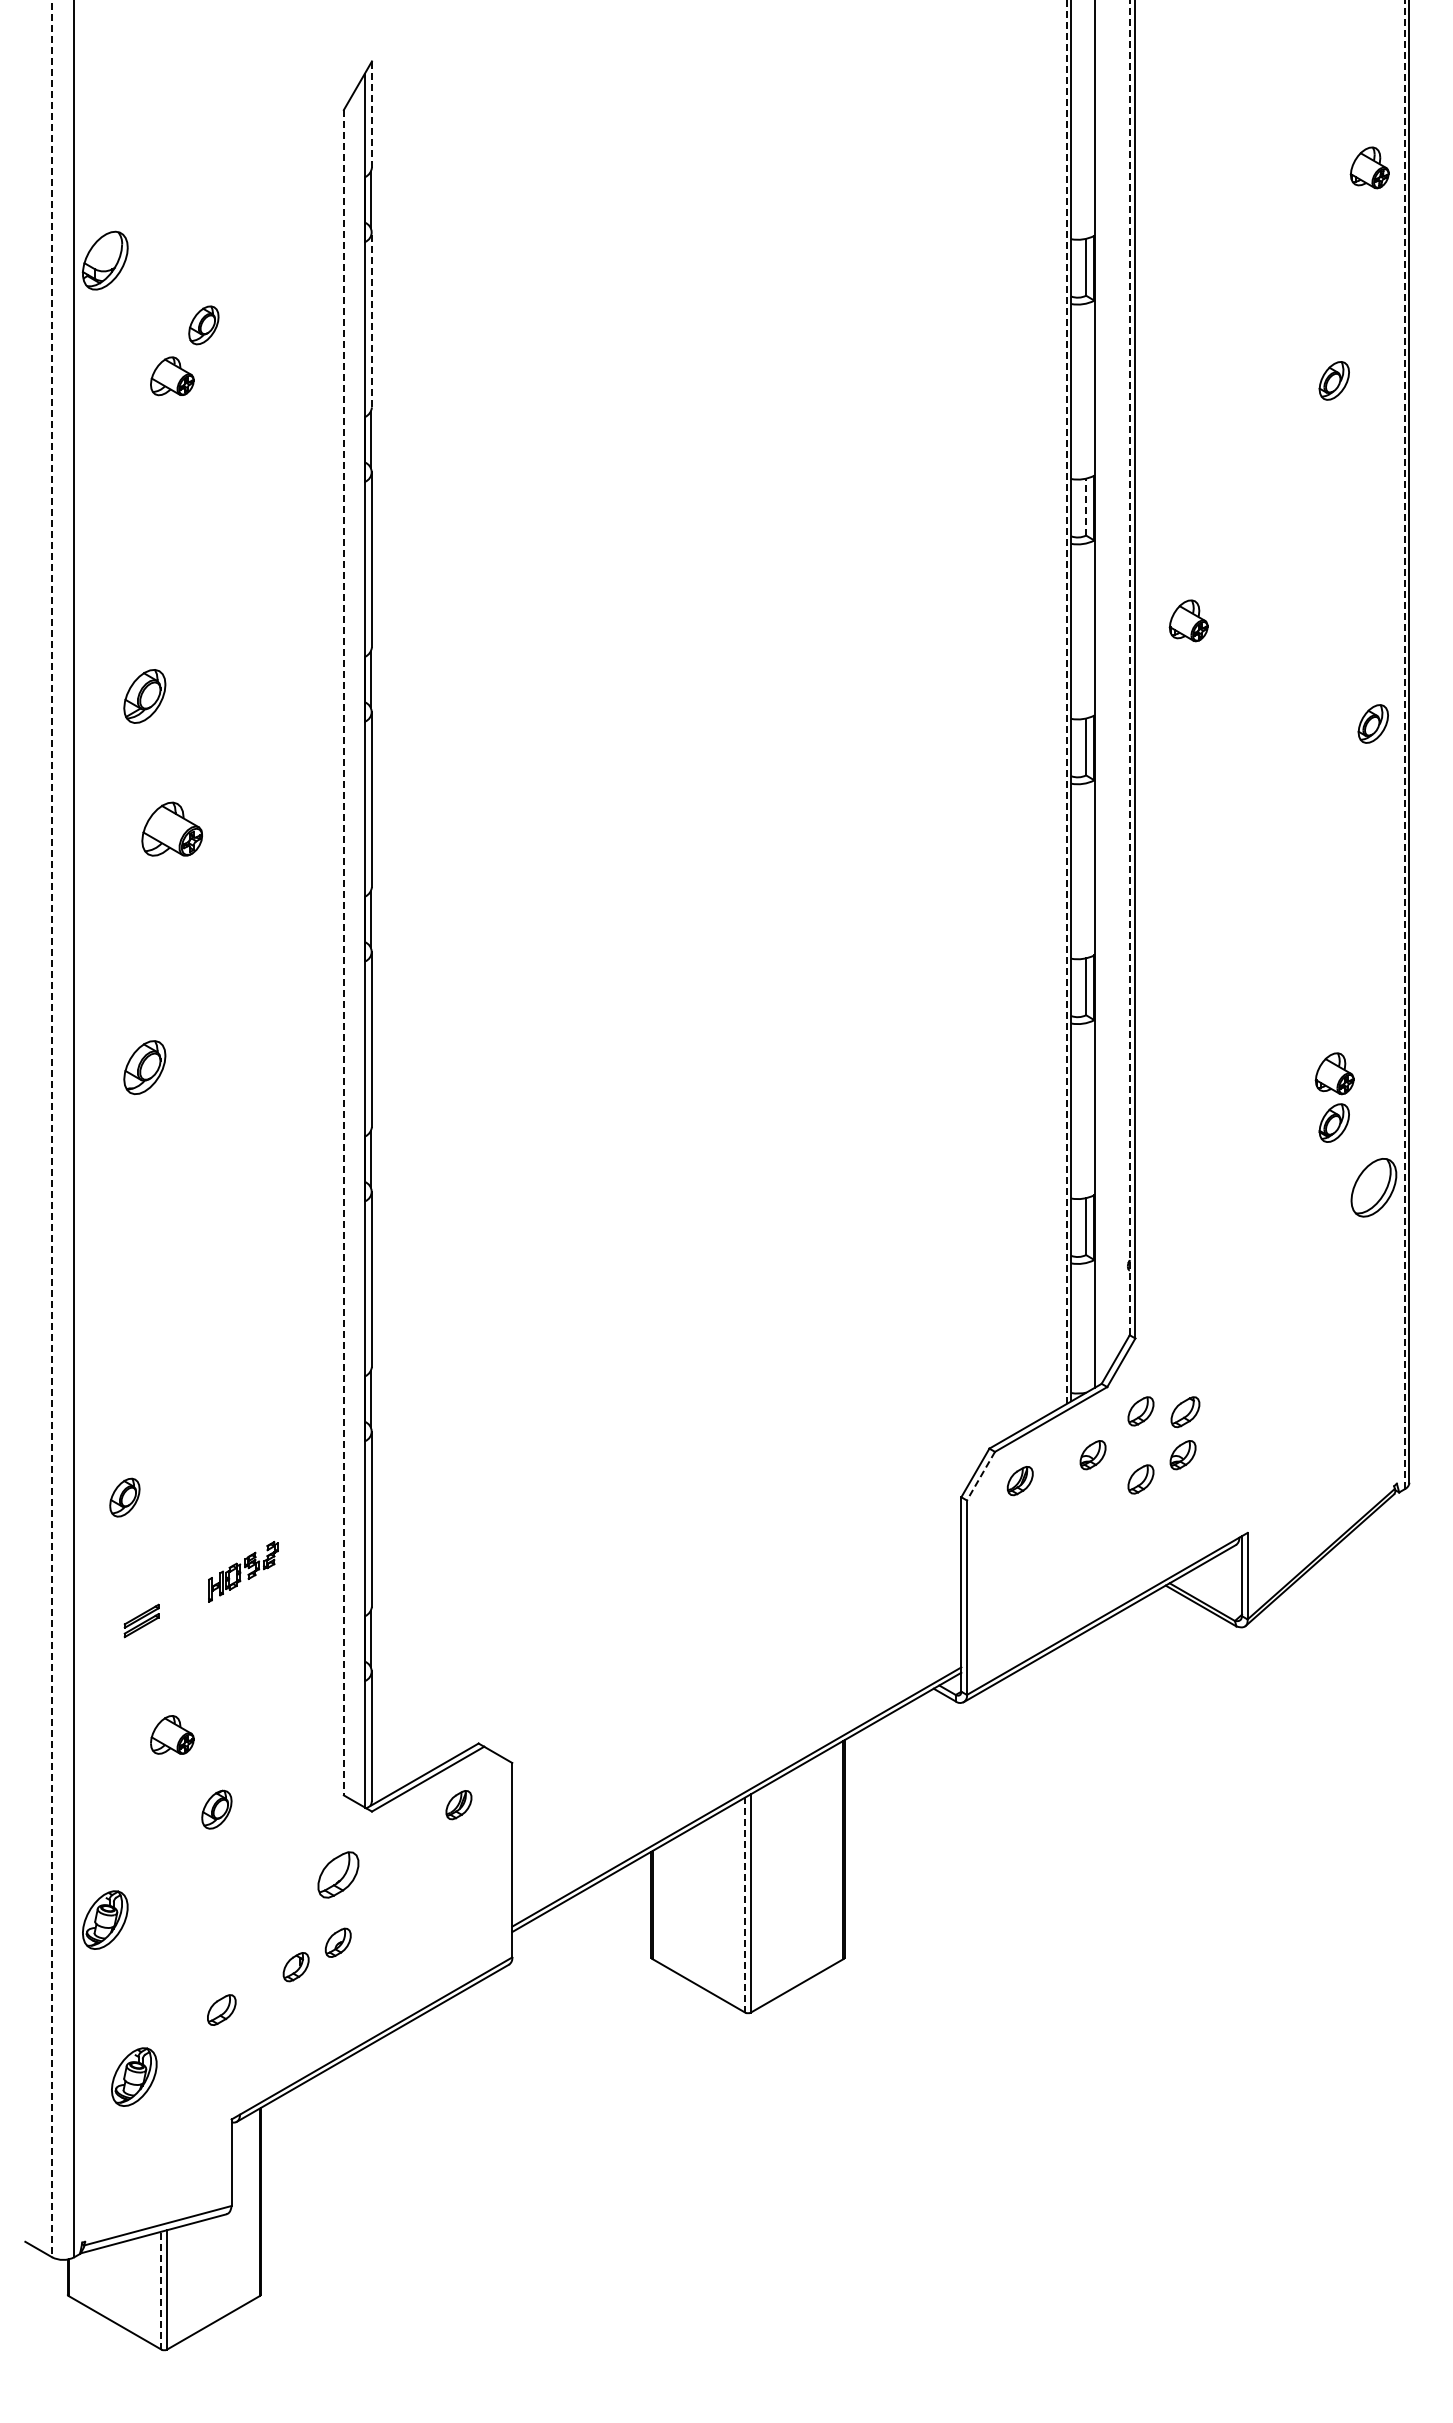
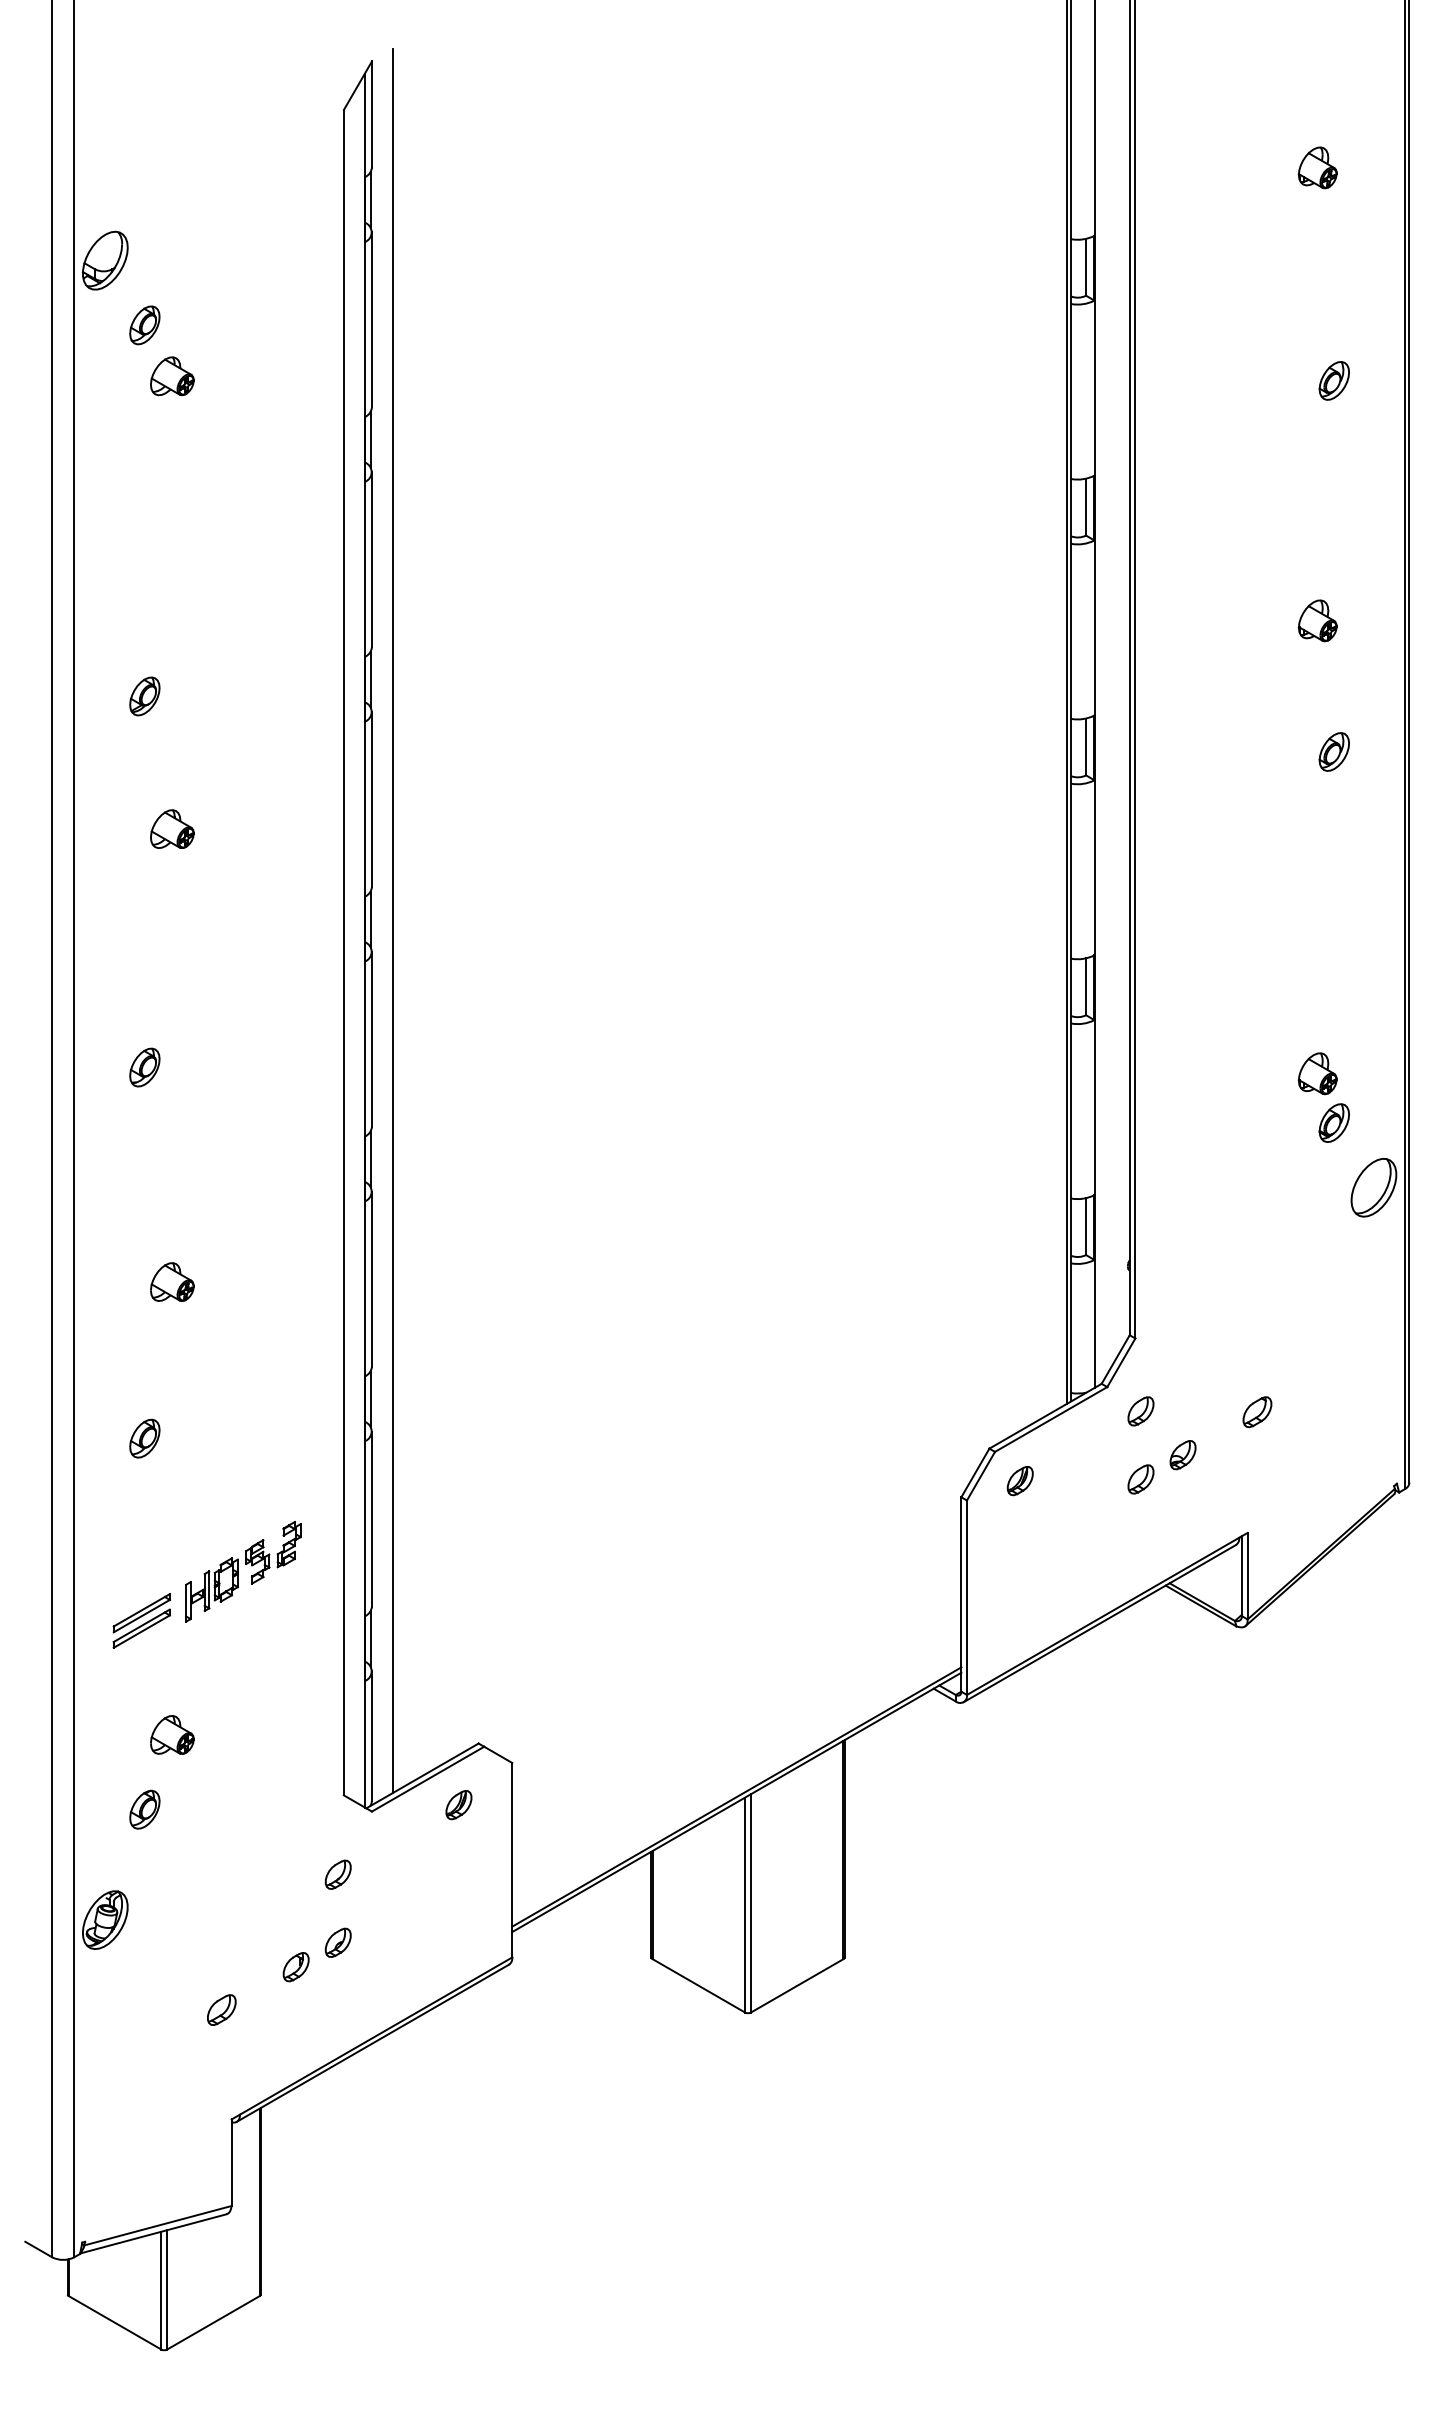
line at (371, 114): dashed -> solid
part at (1369, 167) position: (1369, 167) -> (1317, 167)
line at (371, 319): dashed -> solid
part at (203, 325) position: (203, 325) -> (144, 325)
line at (1086, 506): dashed -> solid
part at (1188, 620) position: (1188, 620) -> (1317, 620)
line at (1129, 667): dashed -> solid
part at (144, 696) size: 44x55 px -> 32x41 px
line at (1066, 702): dashed -> solid
part at (1372, 723) position: (1372, 723) -> (1333, 751)
line at (1404, 744): dashed -> solid
part at (171, 828) size: 62x56 px -> 45x40 px
line at (393, 920): none -> present
line at (343, 952): dashed -> solid
part at (144, 1067) size: 44x55 px -> 32x41 px
part at (1334, 1073) position: (1334, 1073) -> (1317, 1073)
line at (52, 1129): dashed -> solid
part at (172, 1281): none -> present
part at (1185, 1412) position: (1185, 1412) -> (1257, 1412)
part at (1092, 1455): present -> none
line at (980, 1476): dashed -> solid
part at (124, 1497) position: (124, 1497) -> (144, 1438)
part at (243, 1571) size: 71x62 px -> 117x102 px
part at (141, 1620) size: 37x36 px -> 59x56 px
part at (216, 1809) position: (216, 1809) -> (144, 1809)
part at (338, 1874) size: 43x48 px -> 28x31 px
line at (745, 1905): dashed -> solid
part at (134, 2076): present -> none
line at (161, 2290): dashed -> solid
